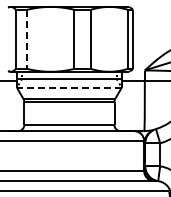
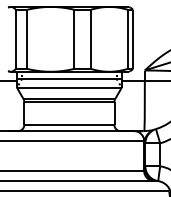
line at (27, 39): dashed -> solid
line at (70, 87): dashed -> solid
